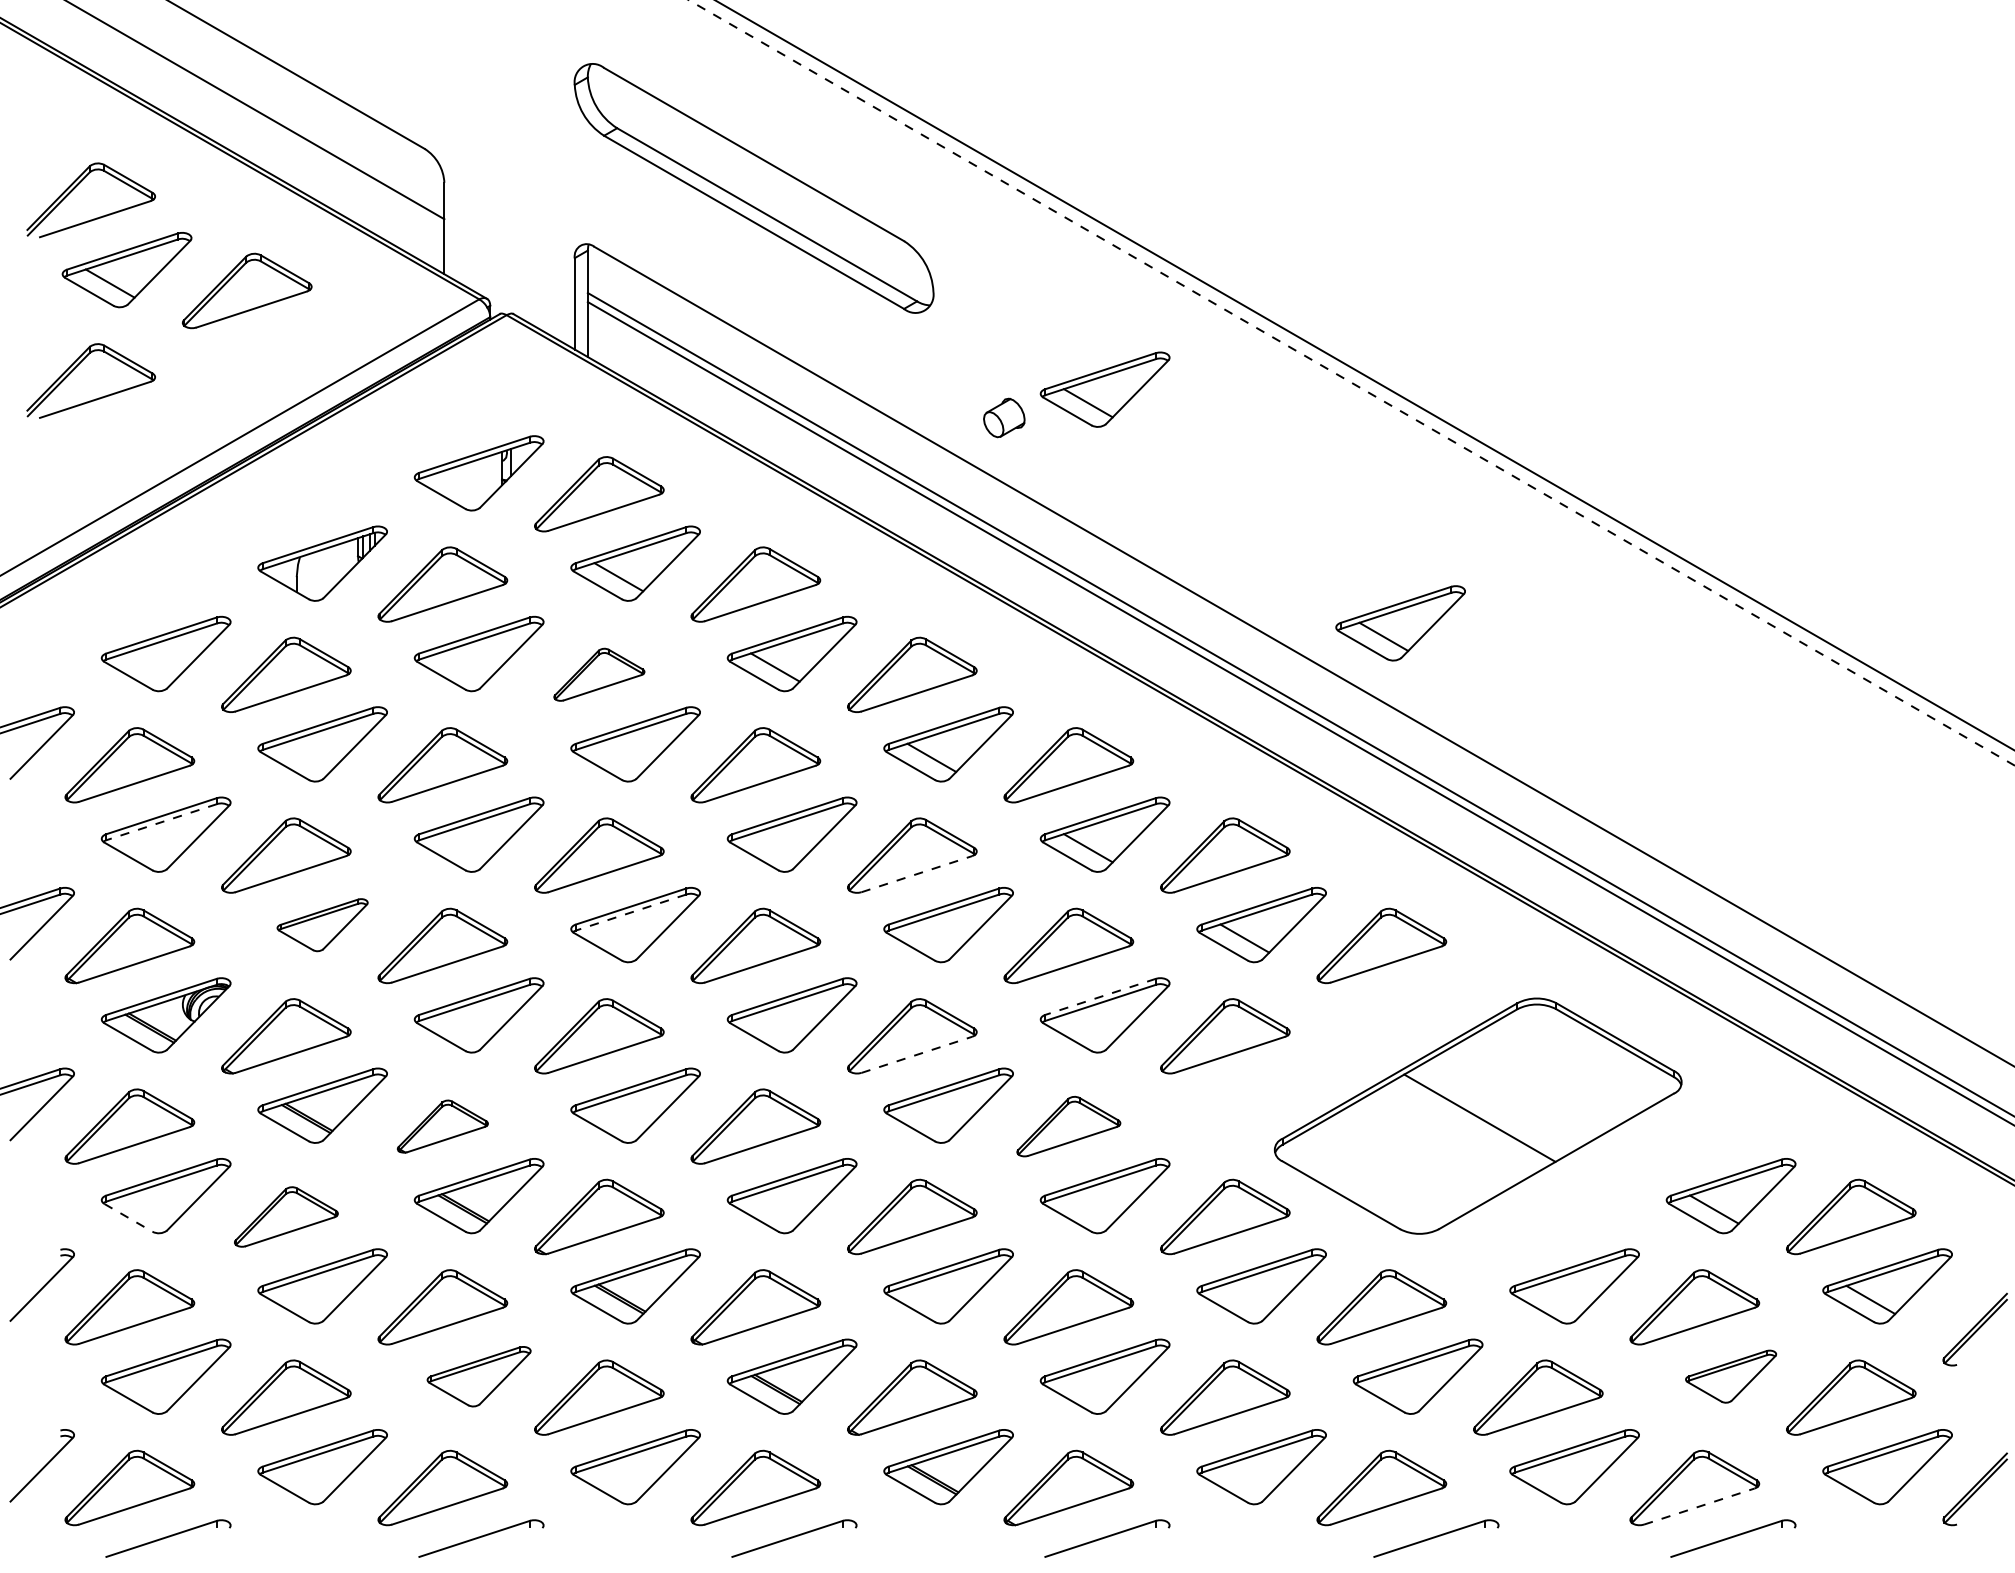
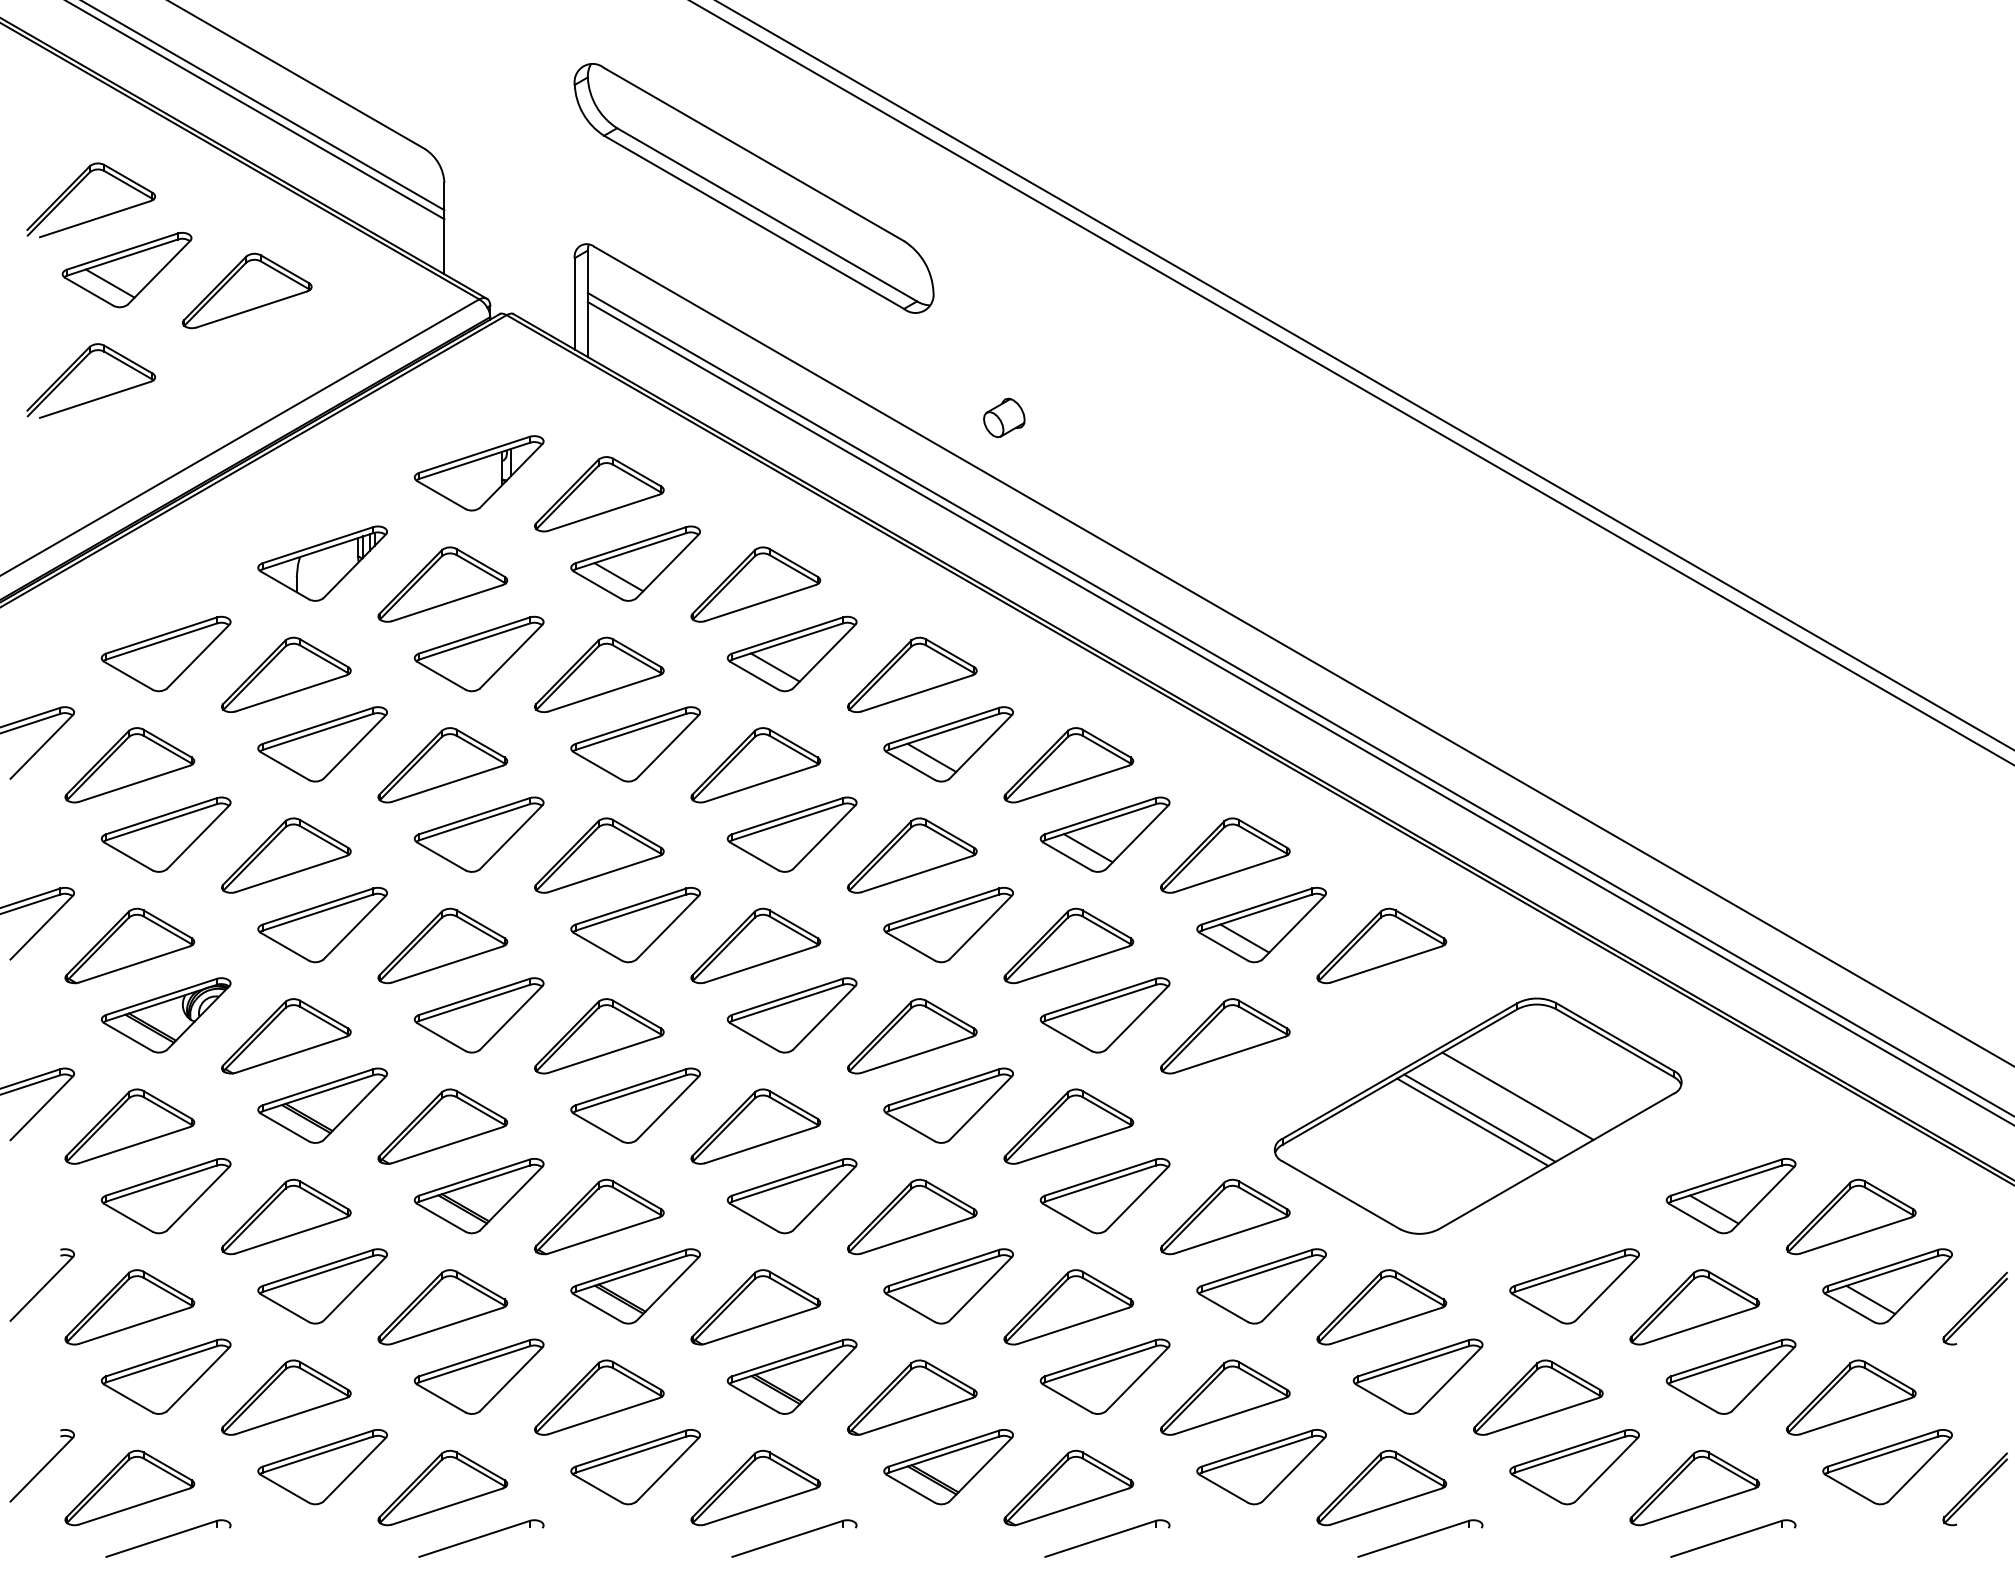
line at (264, 106): none -> present
line at (1351, 382): dashed -> solid
part at (1104, 389): present -> none
part at (1400, 623): present -> none
part at (599, 674) size: 93x55 px -> 131x77 px
line at (161, 822): dashed -> solid
line at (917, 874): dashed -> solid
line at (630, 912): dashed -> solid
part at (322, 925) size: 93x55 px -> 131x77 px
line at (1100, 997): dashed -> solid
line at (917, 1054): dashed -> solid
line at (1517, 1095): none -> present
line at (1472, 1122): none -> present
part at (442, 1126) size: 93x55 px -> 132x77 px
part at (1068, 1126) size: 106x63 px -> 132x77 px
part at (286, 1216) size: 105x62 px -> 131x78 px
line at (128, 1217): dashed -> solid
part at (1974, 1329) position: (1974, 1329) -> (1974, 1308)
part at (478, 1376) size: 106x62 px -> 132x77 px
part at (1731, 1376) size: 93x55 px -> 132x77 px
line at (1699, 1506): dashed -> solid
part at (1436, 1538) position: (1436, 1538) -> (1420, 1538)
